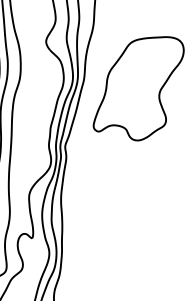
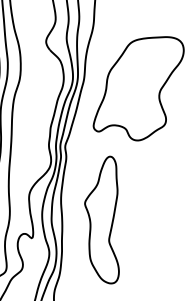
part at (101, 219): none -> present
